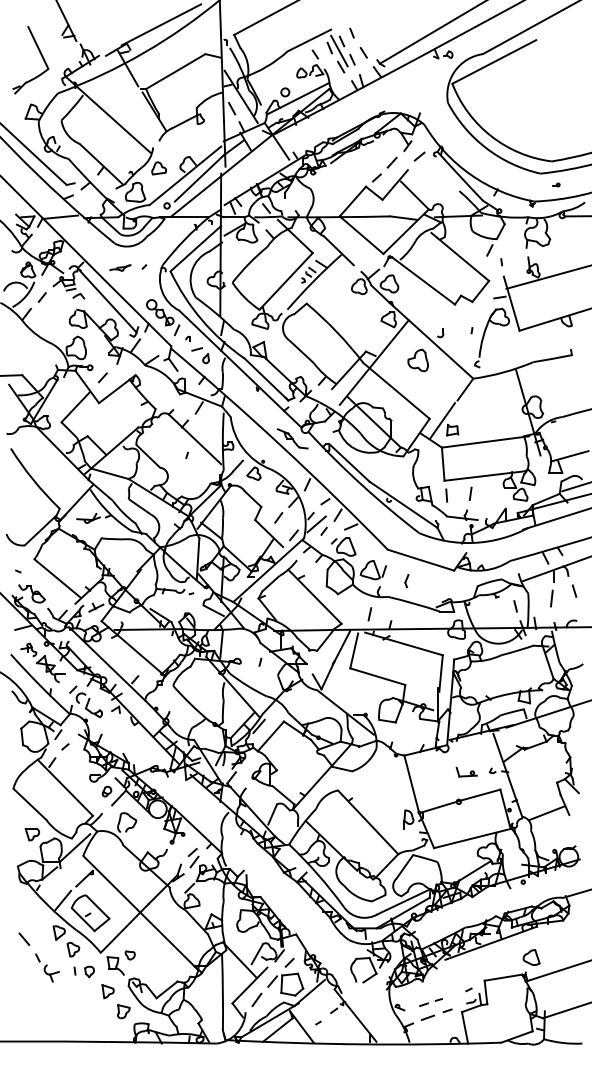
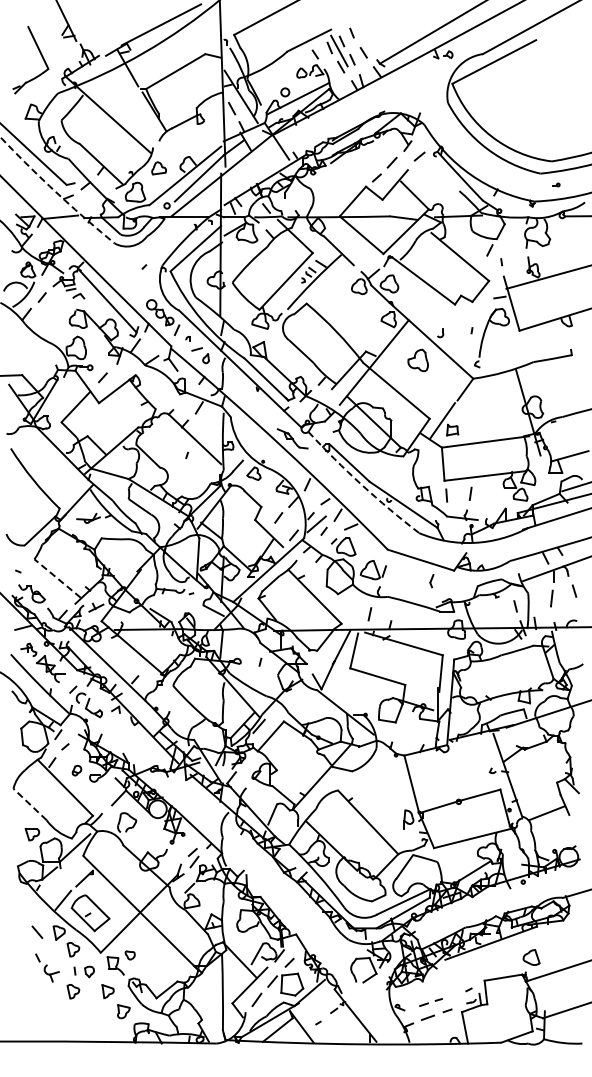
arc at (56, 192): solid -> dashed
part at (120, 267): present -> none
arc at (361, 484): solid -> dashed
line at (57, 578): solid -> dashed
part at (406, 581) position: (406, 581) -> (431, 581)
part at (466, 771): present -> none
part at (106, 791) position: (106, 791) -> (76, 770)
line at (30, 804): solid -> dashed
line at (24, 938) position: (24, 938) -> (37, 931)
part at (73, 991): none -> present
